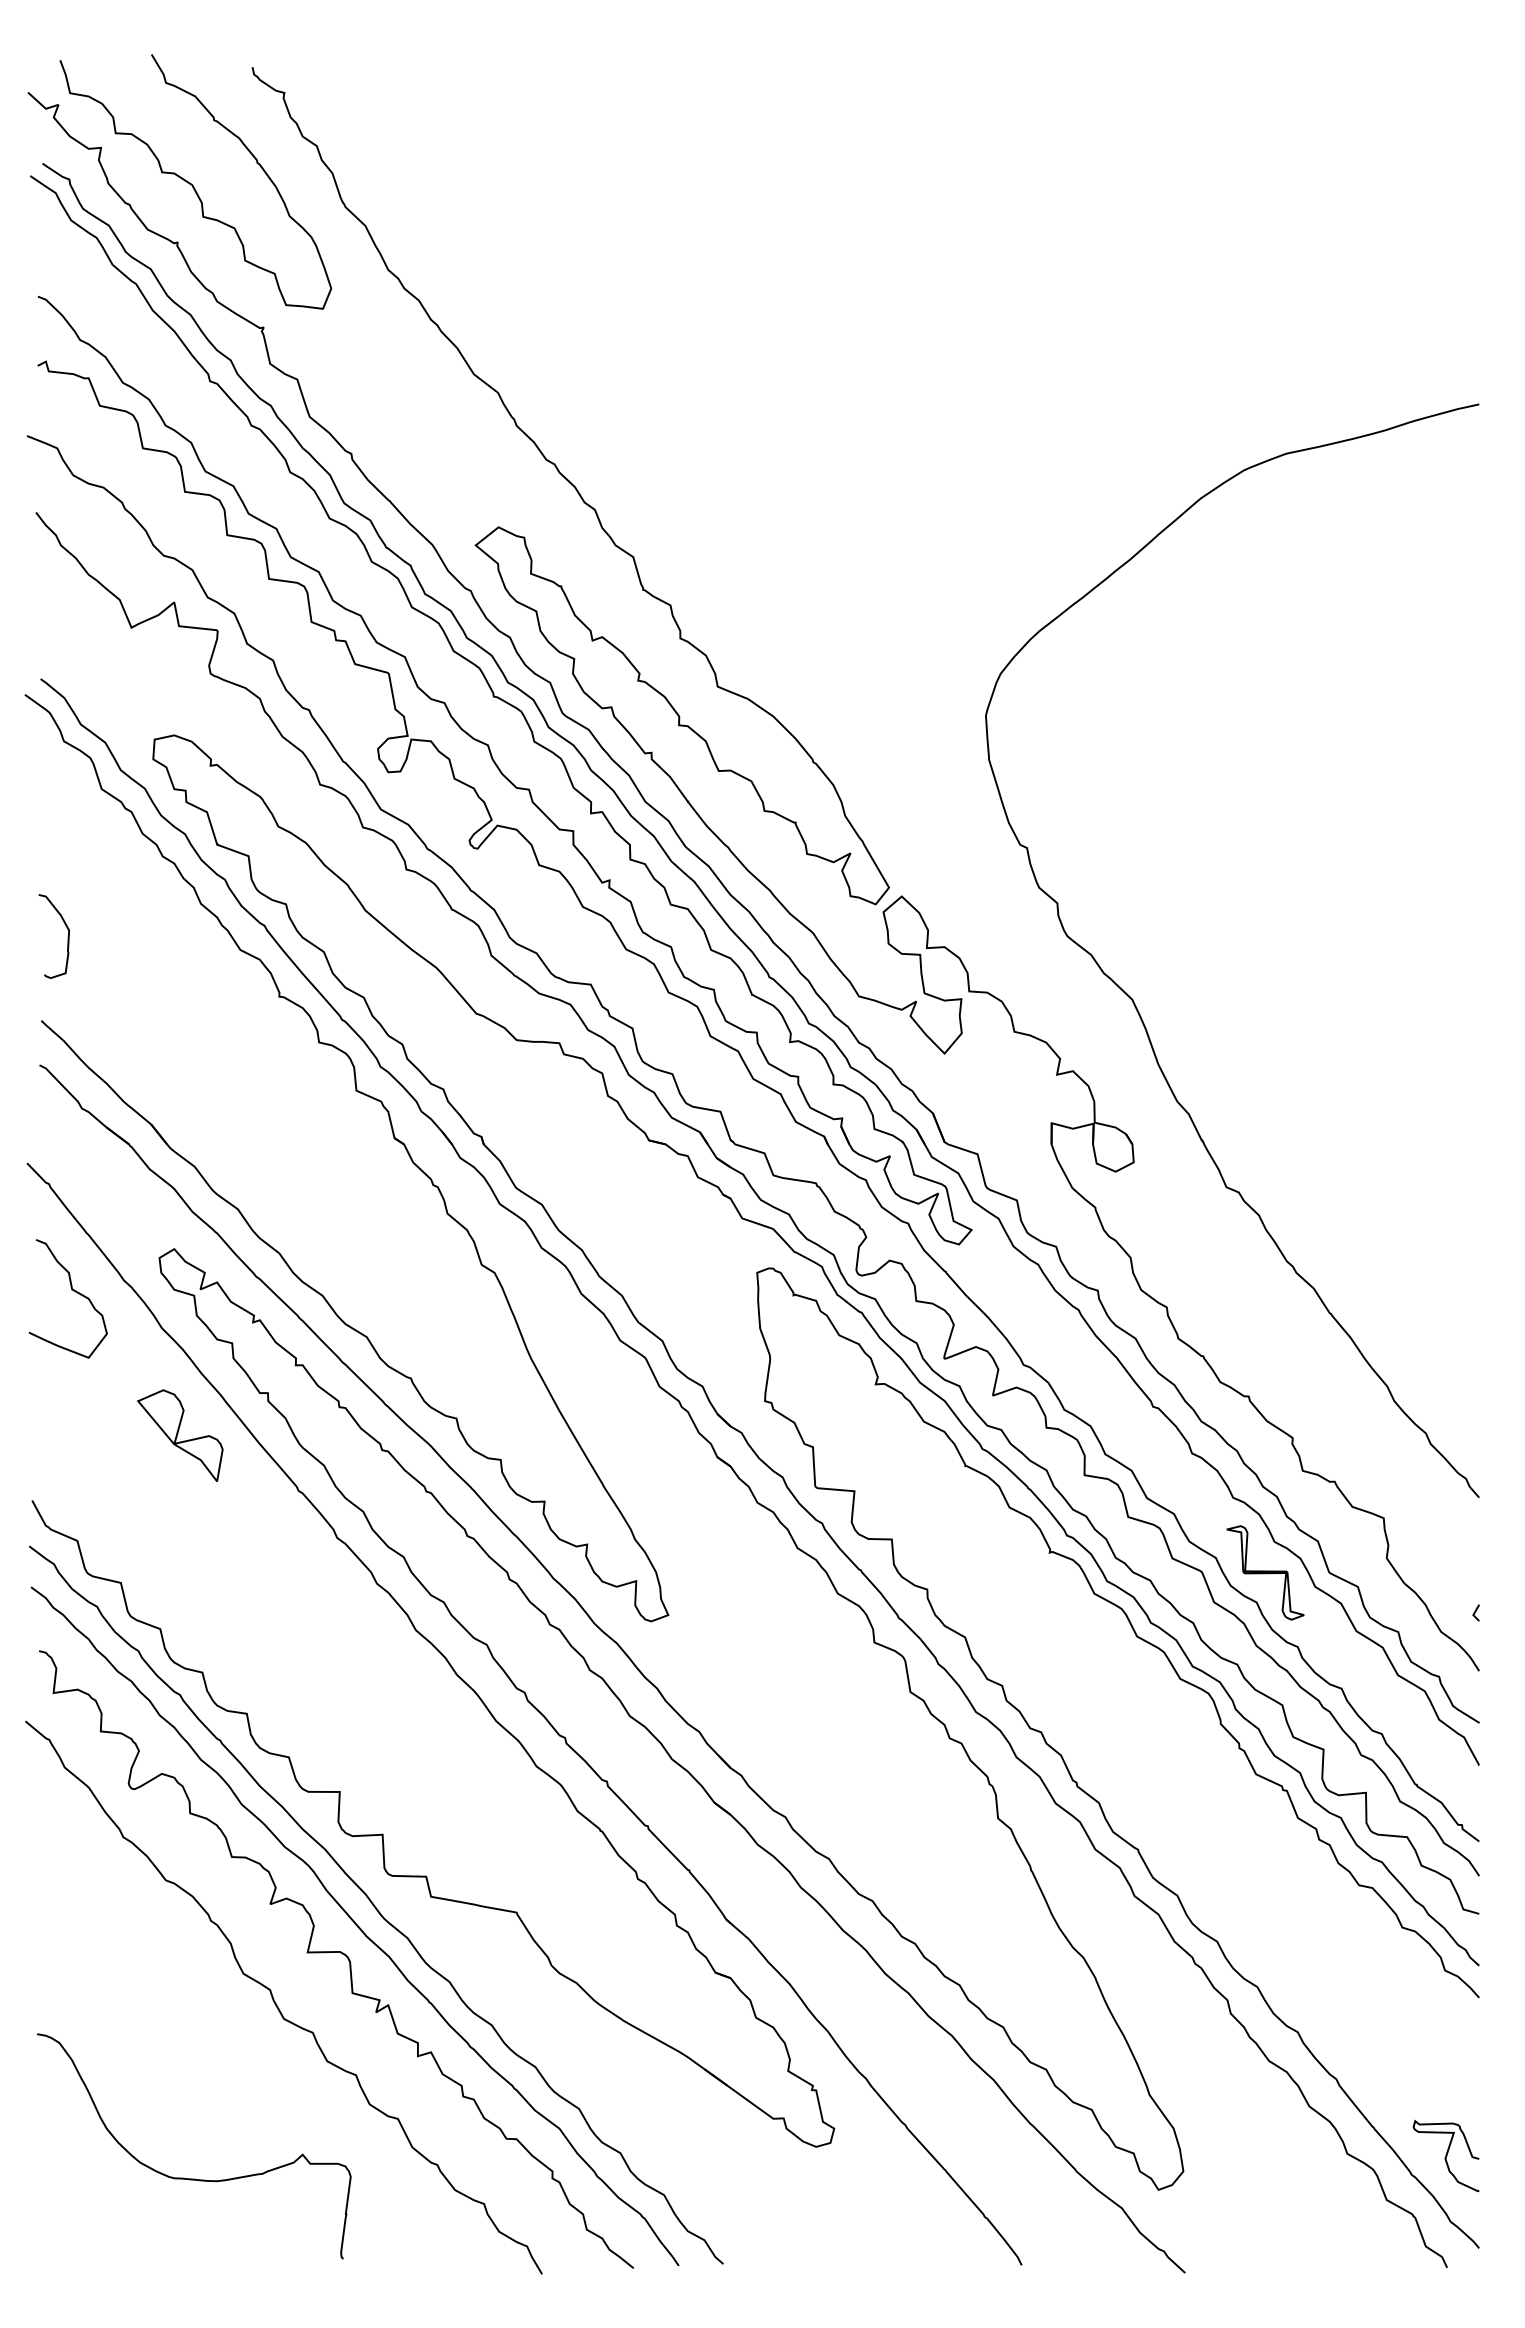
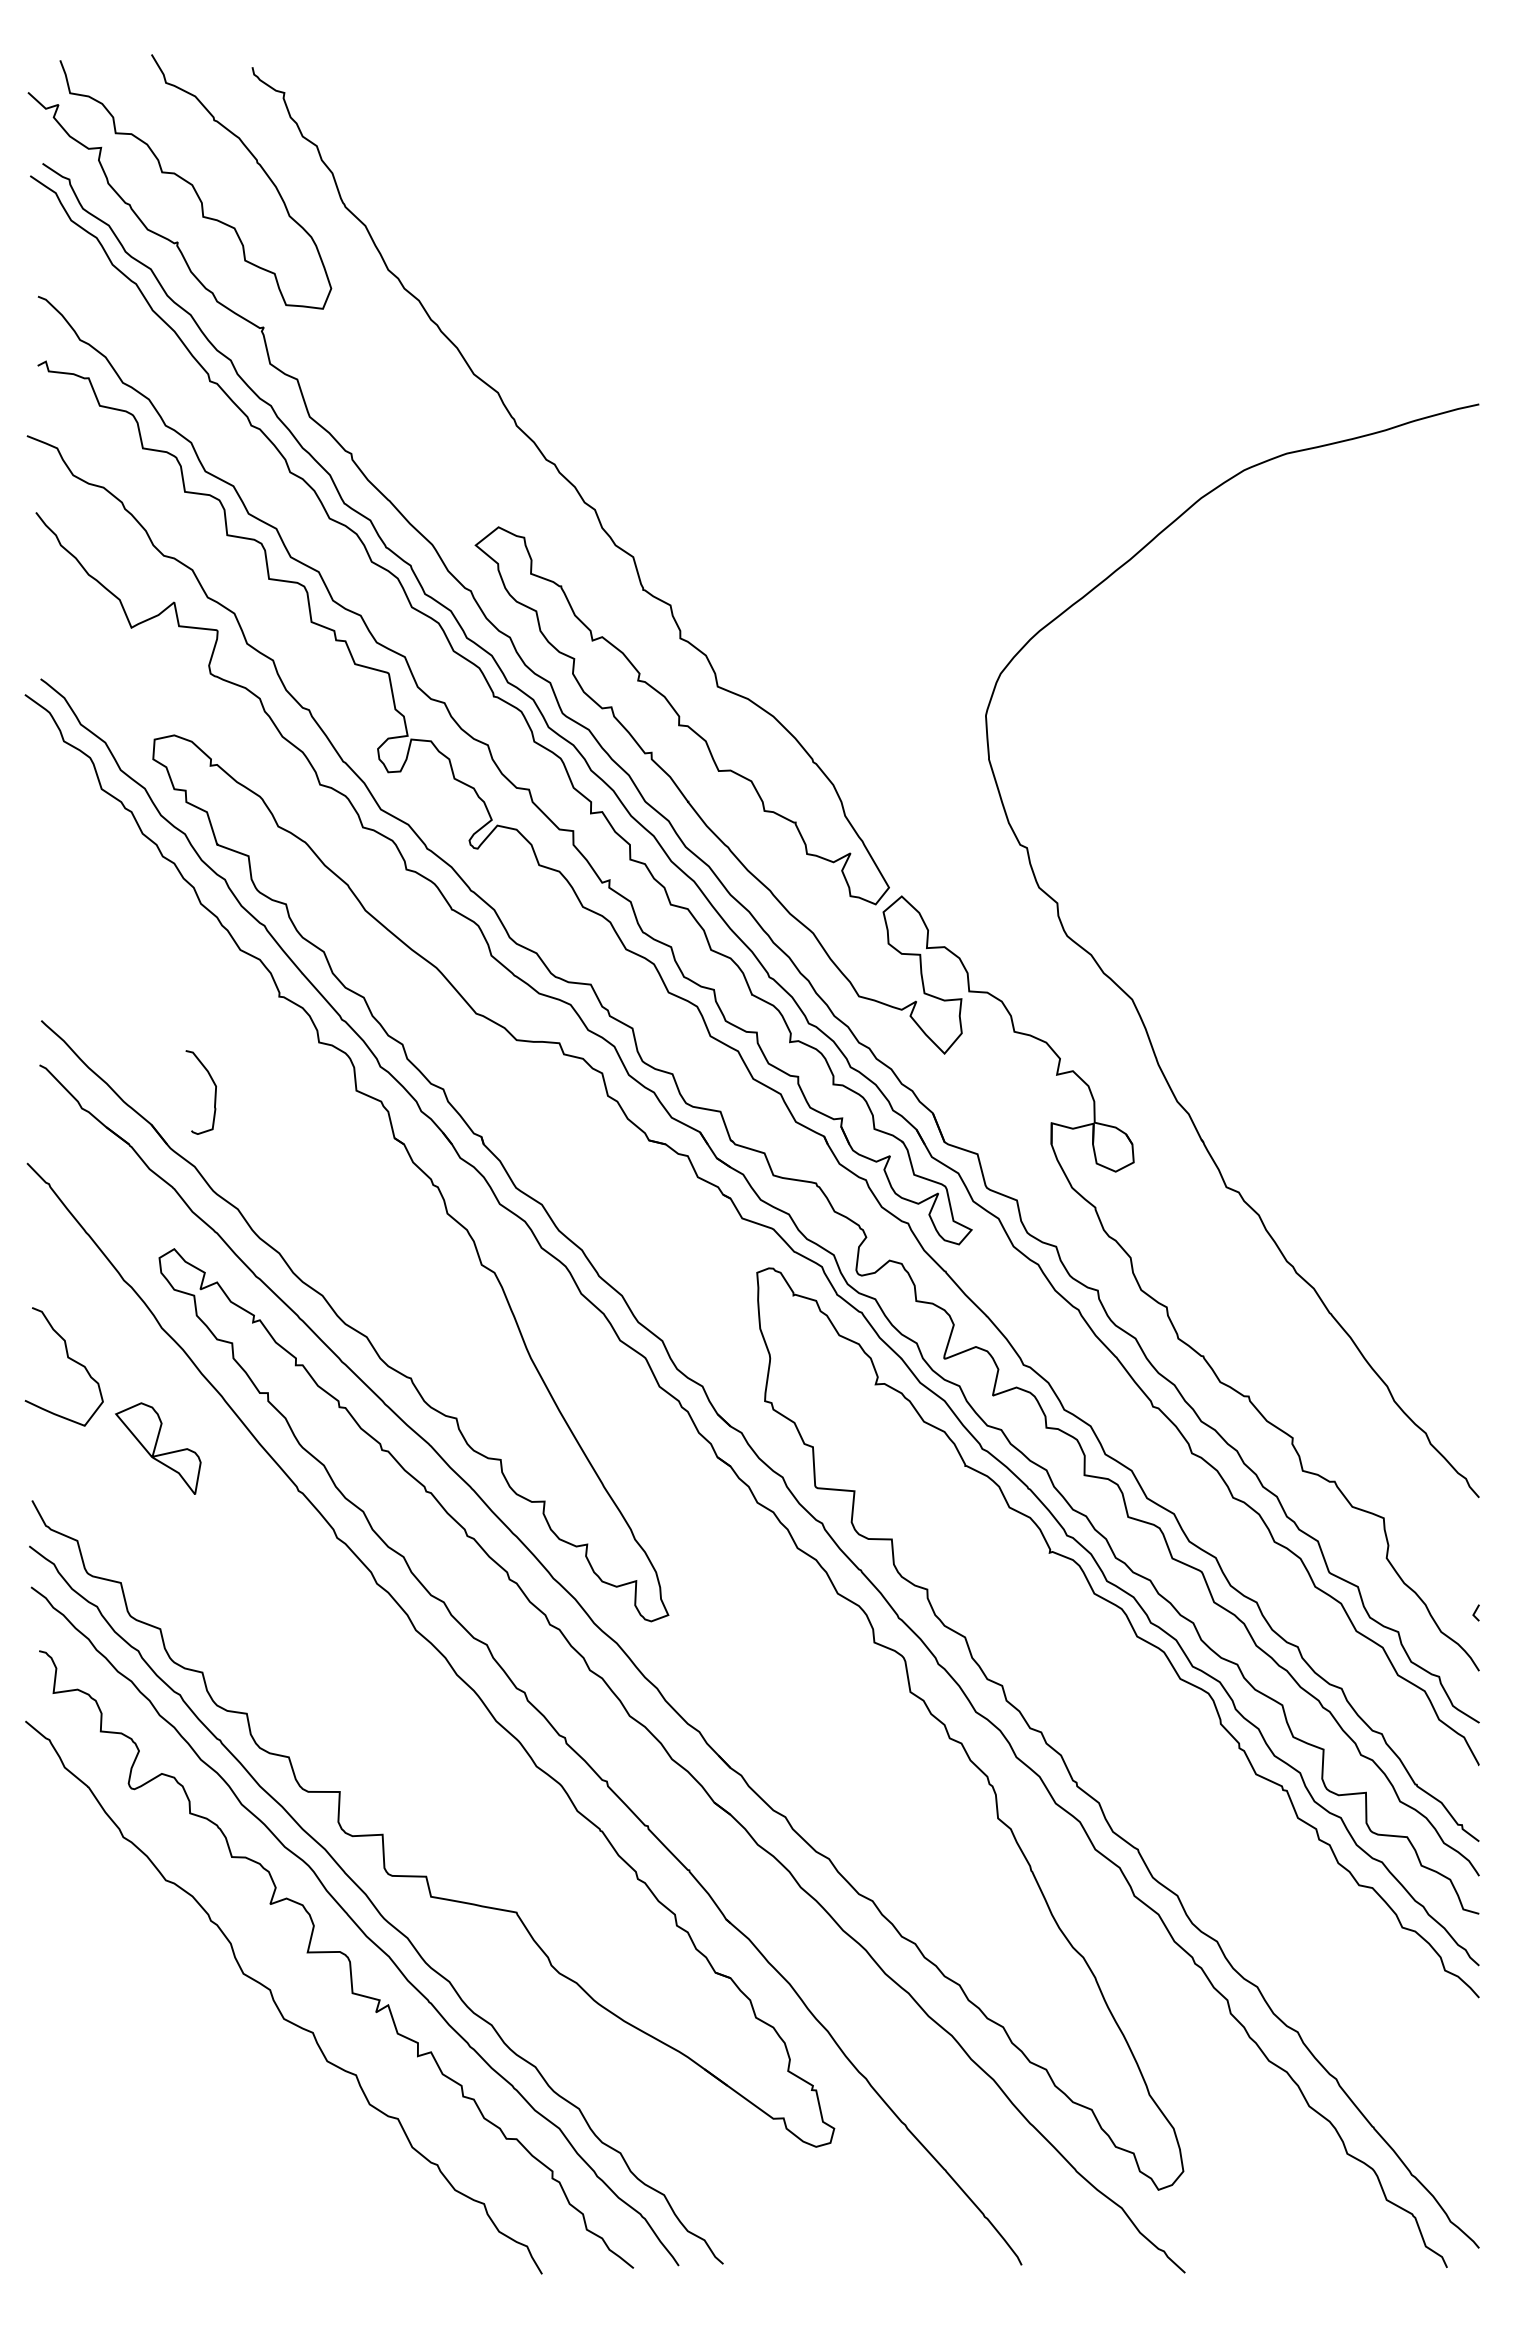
curve at (67, 936) position: (67, 936) -> (214, 1092)
curve at (71, 1290) position: (71, 1290) -> (67, 1358)
part at (180, 1435) position: (180, 1435) -> (158, 1448)
part at (1265, 1572): present -> none
curve at (1445, 2156): present -> none
curve at (194, 2178): present -> none
